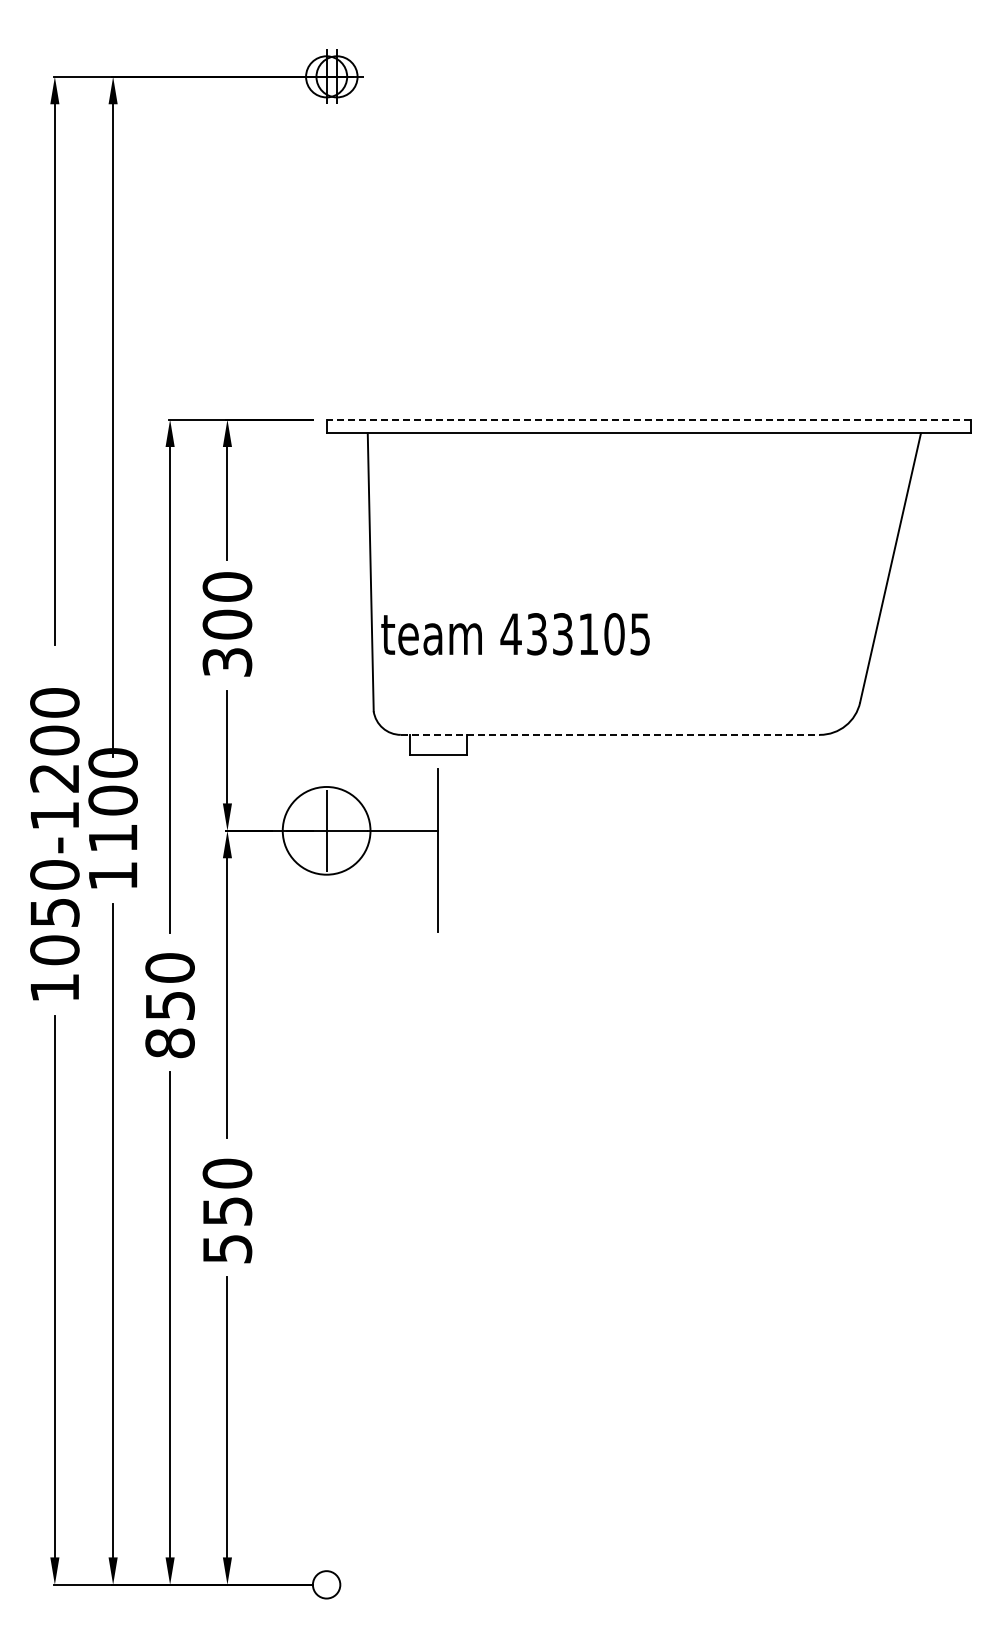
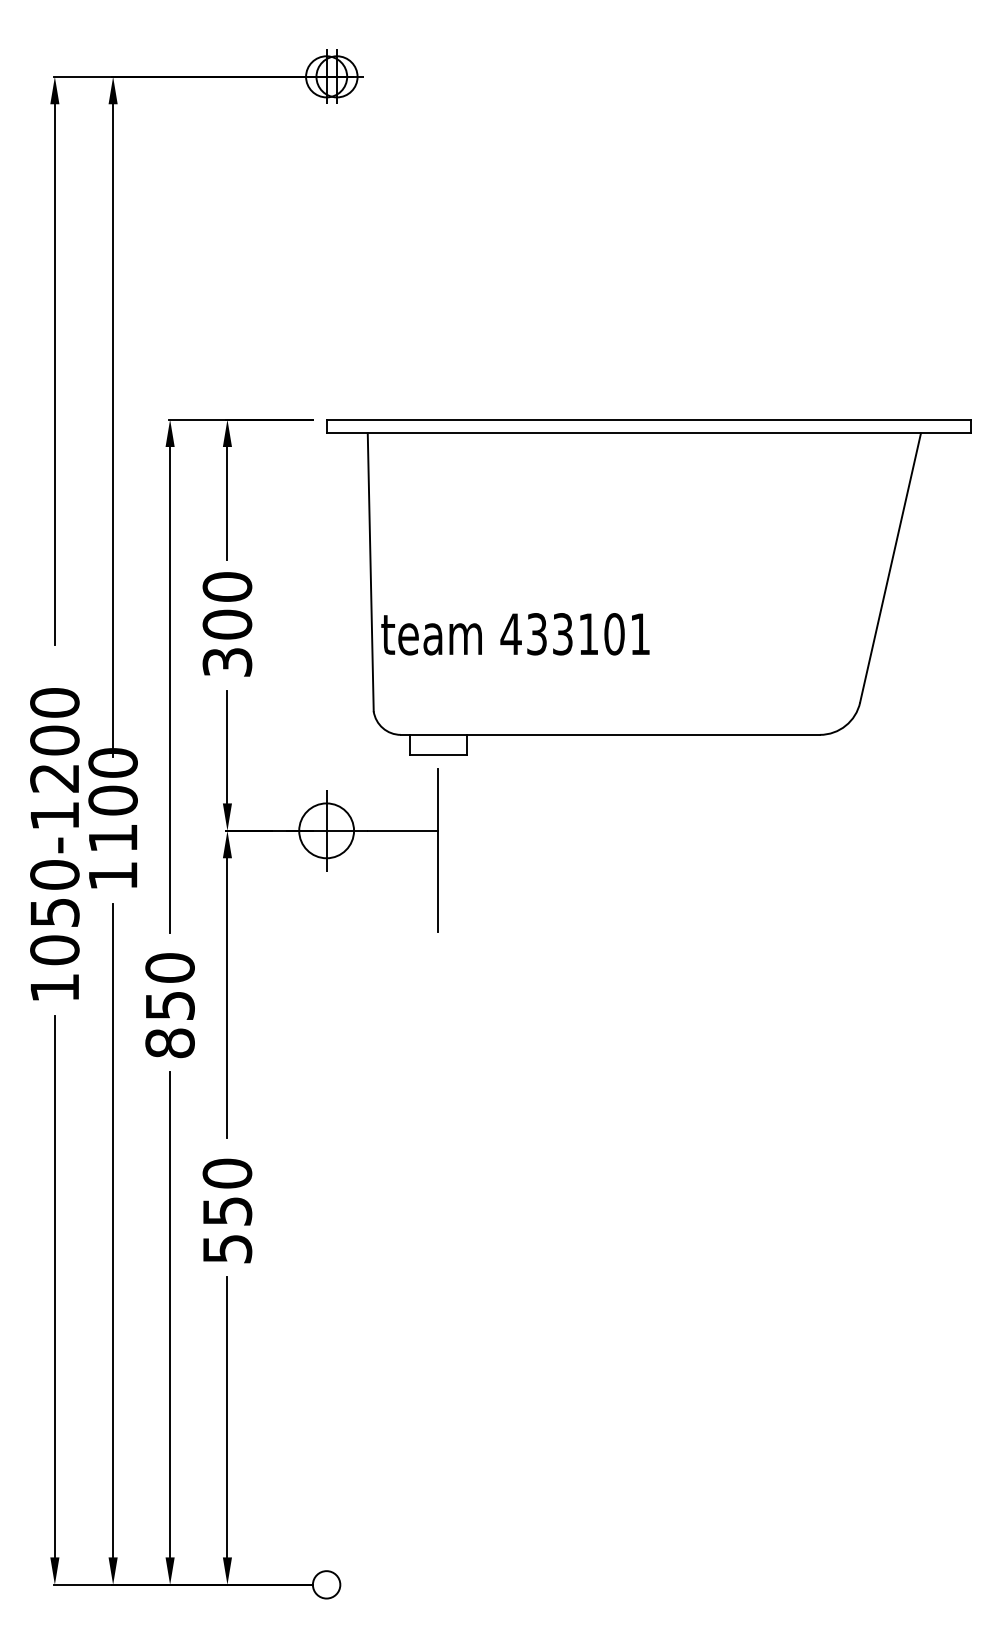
line at (648, 419): dashed -> solid
text at (639, 634): 433105 -> 433101
line at (610, 734): dashed -> solid
circle at (326, 830) diameter: 88 px -> 55 px
